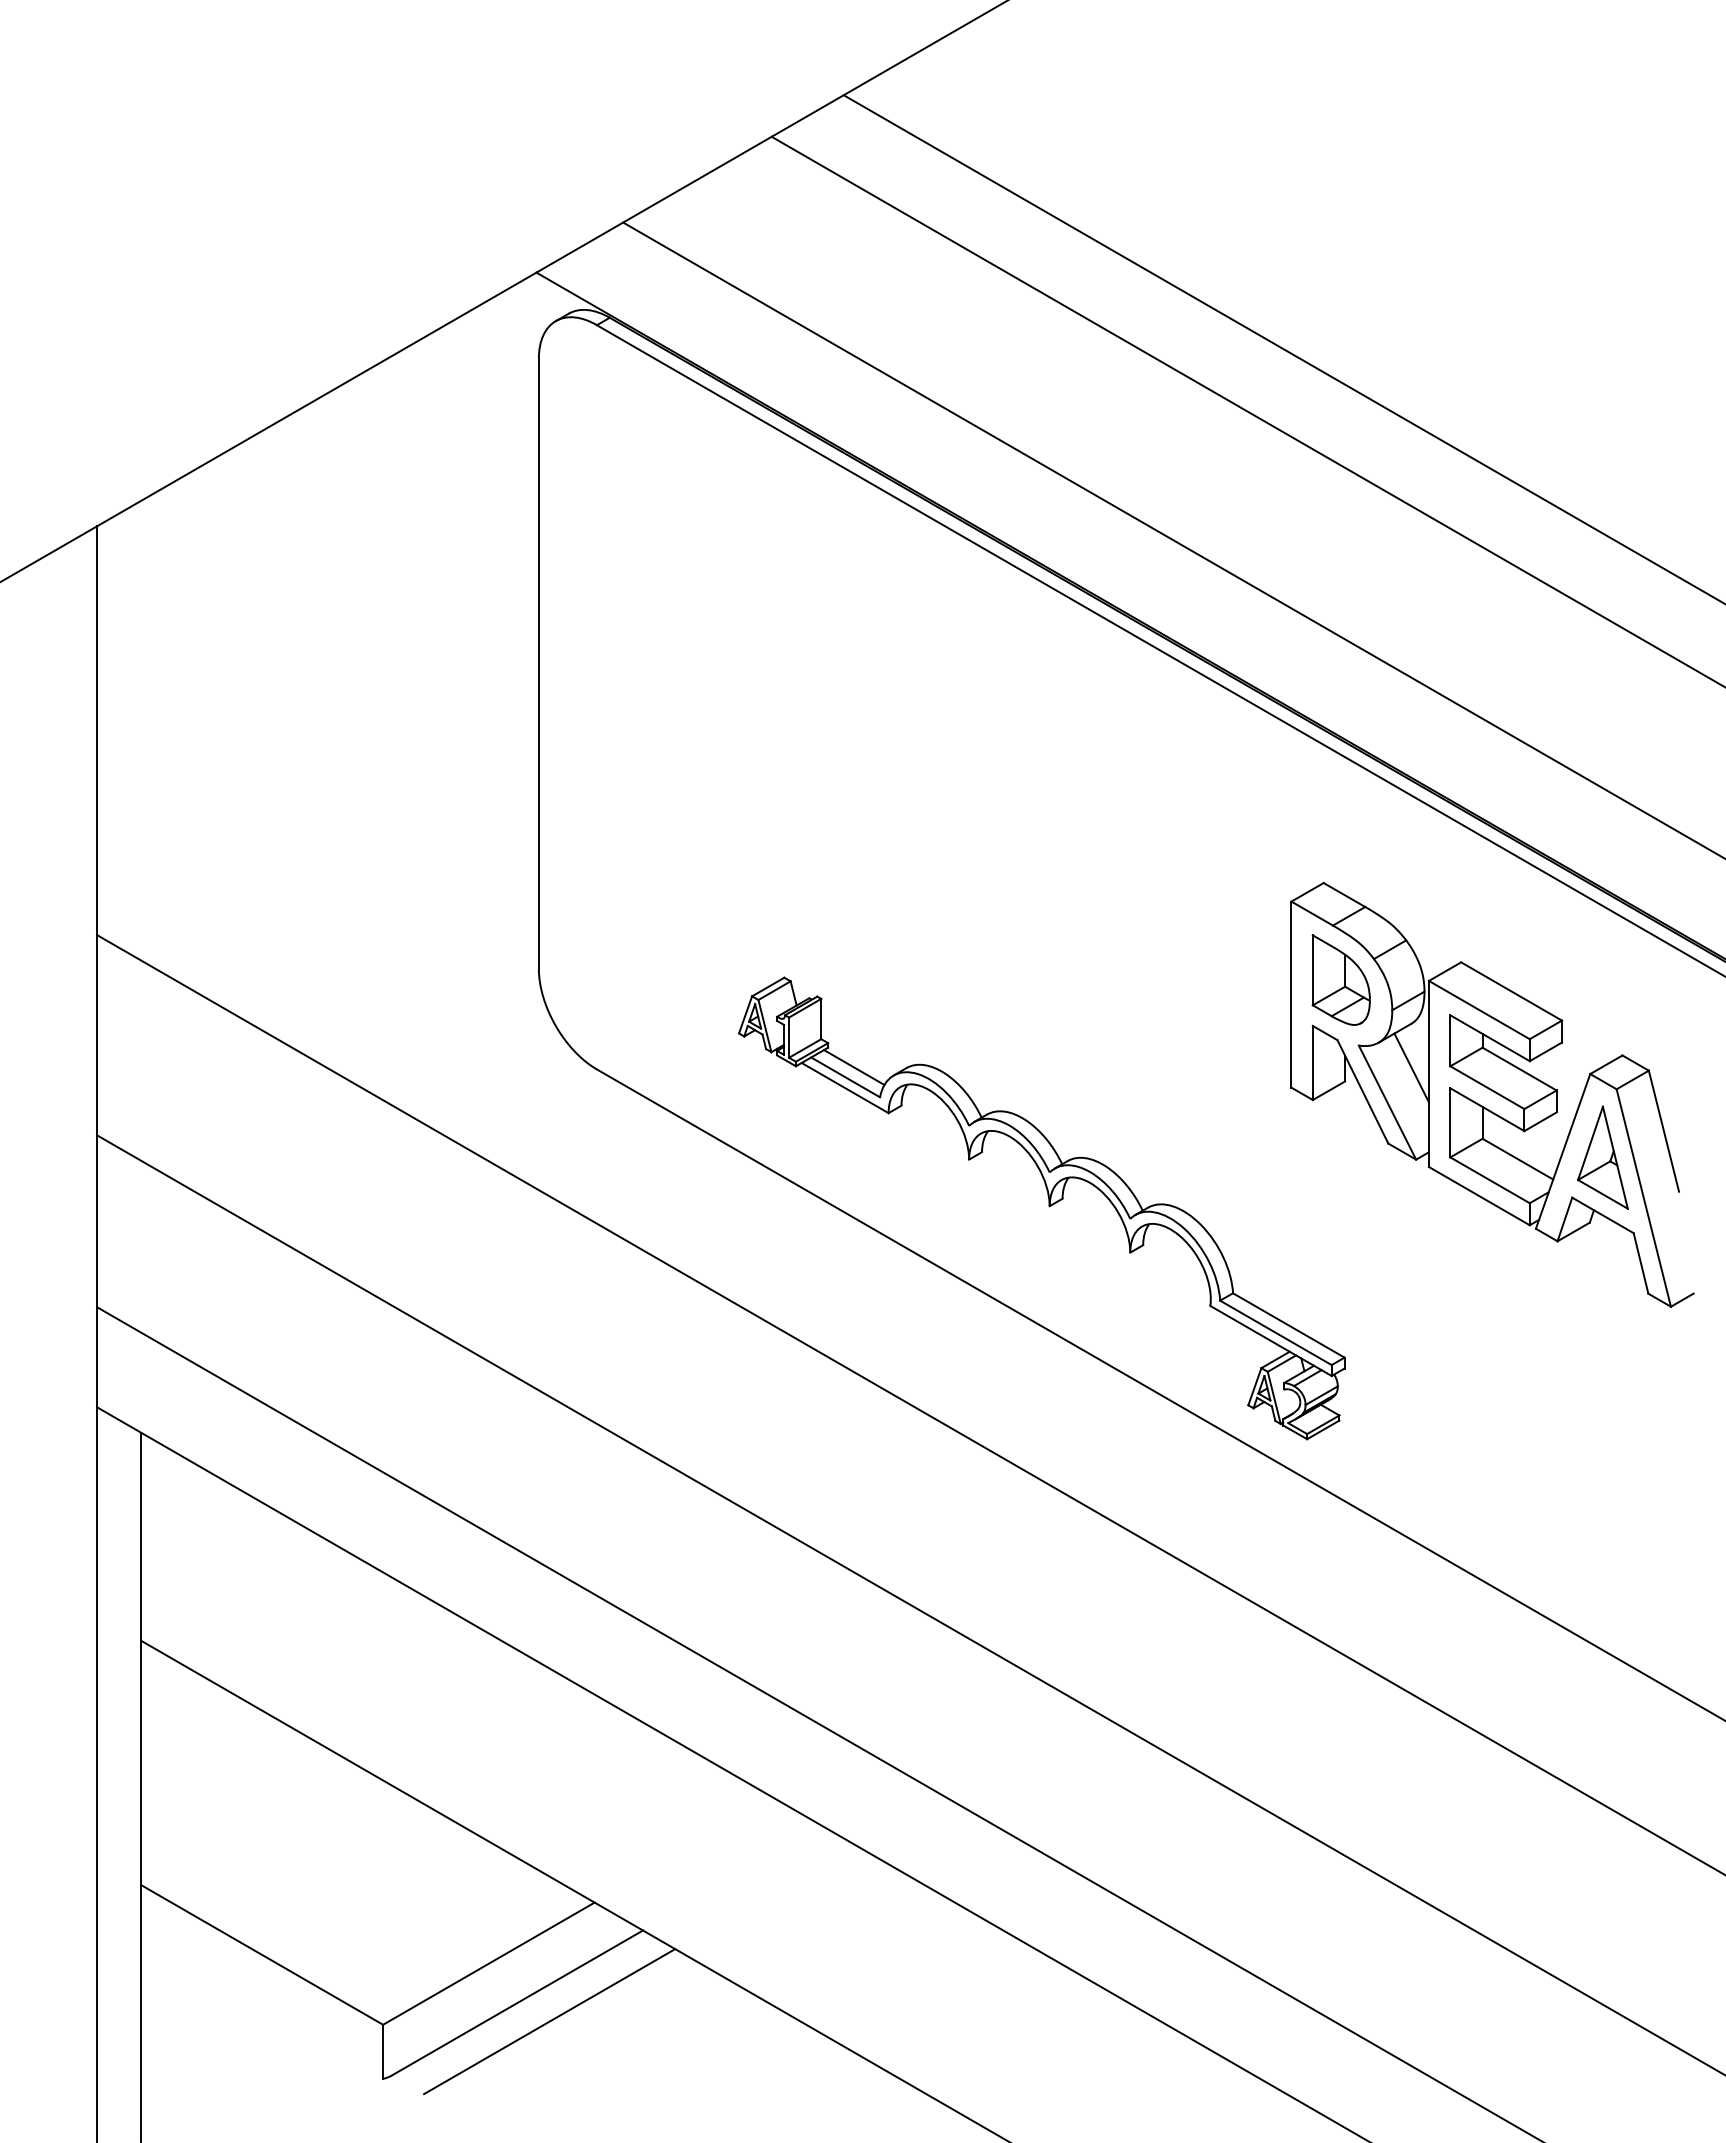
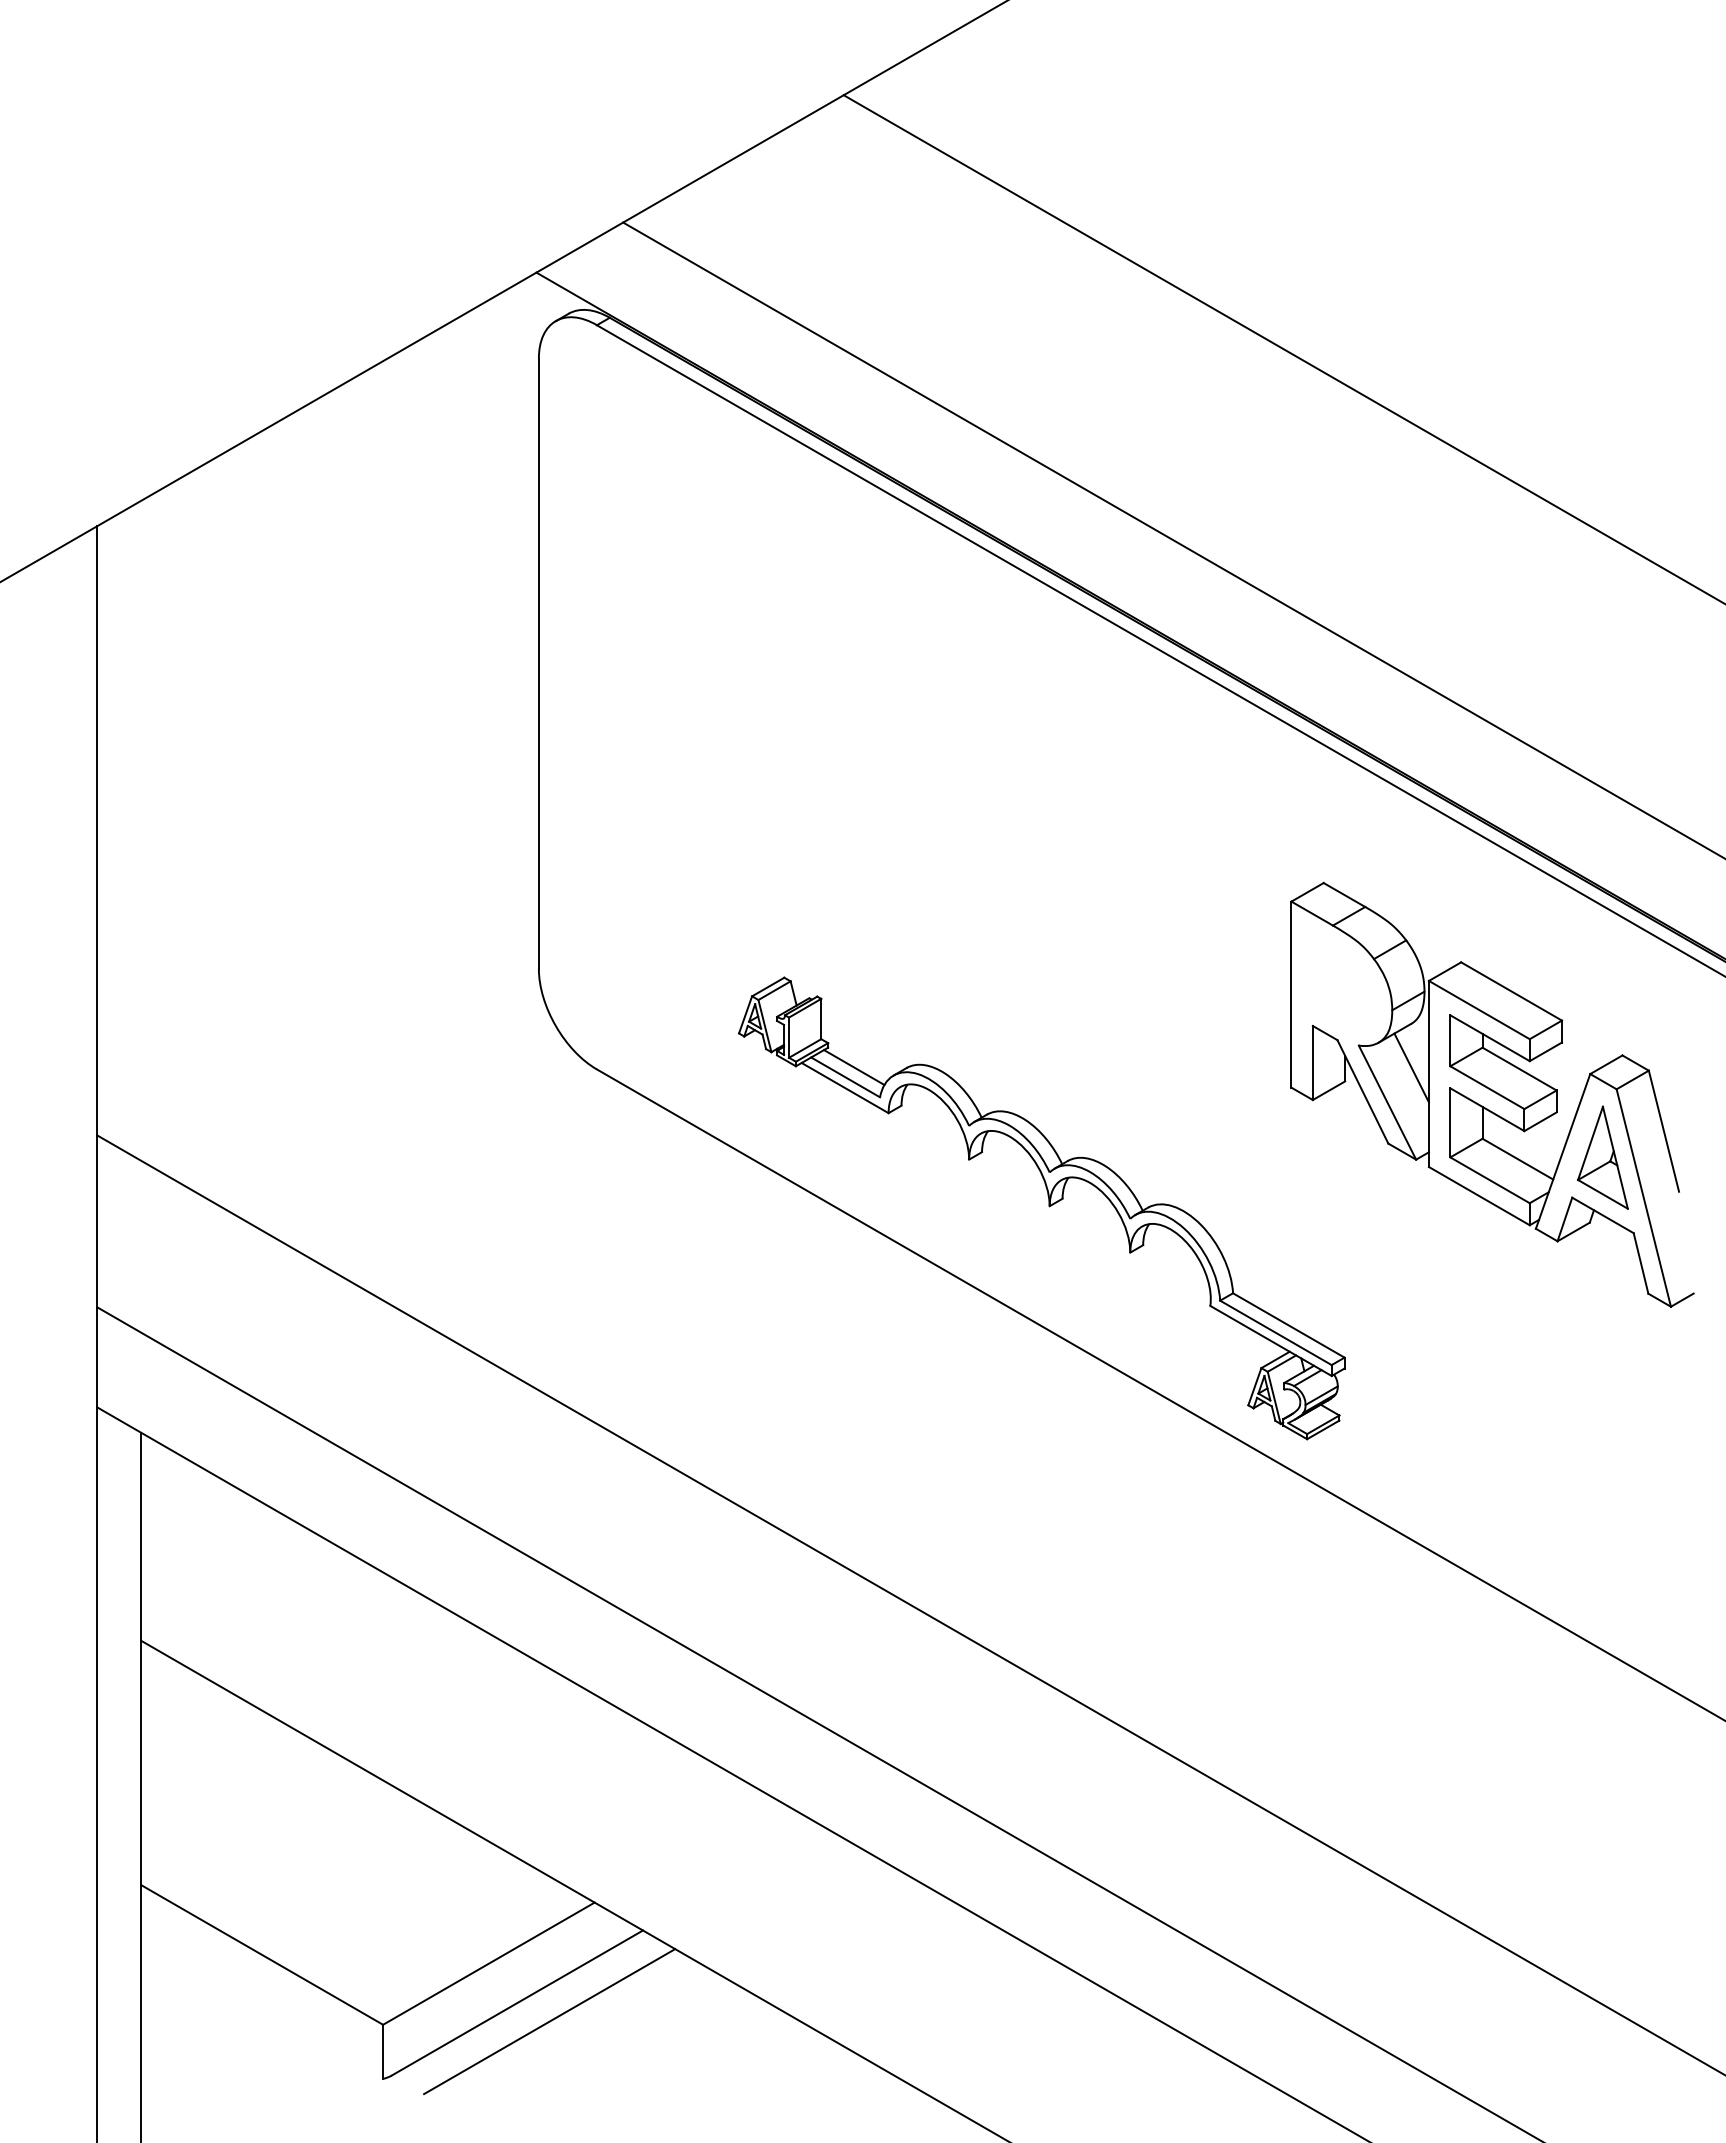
line at (1246, 410): present -> none
part at (1340, 979): present -> none
line at (909, 1404): present -> none
